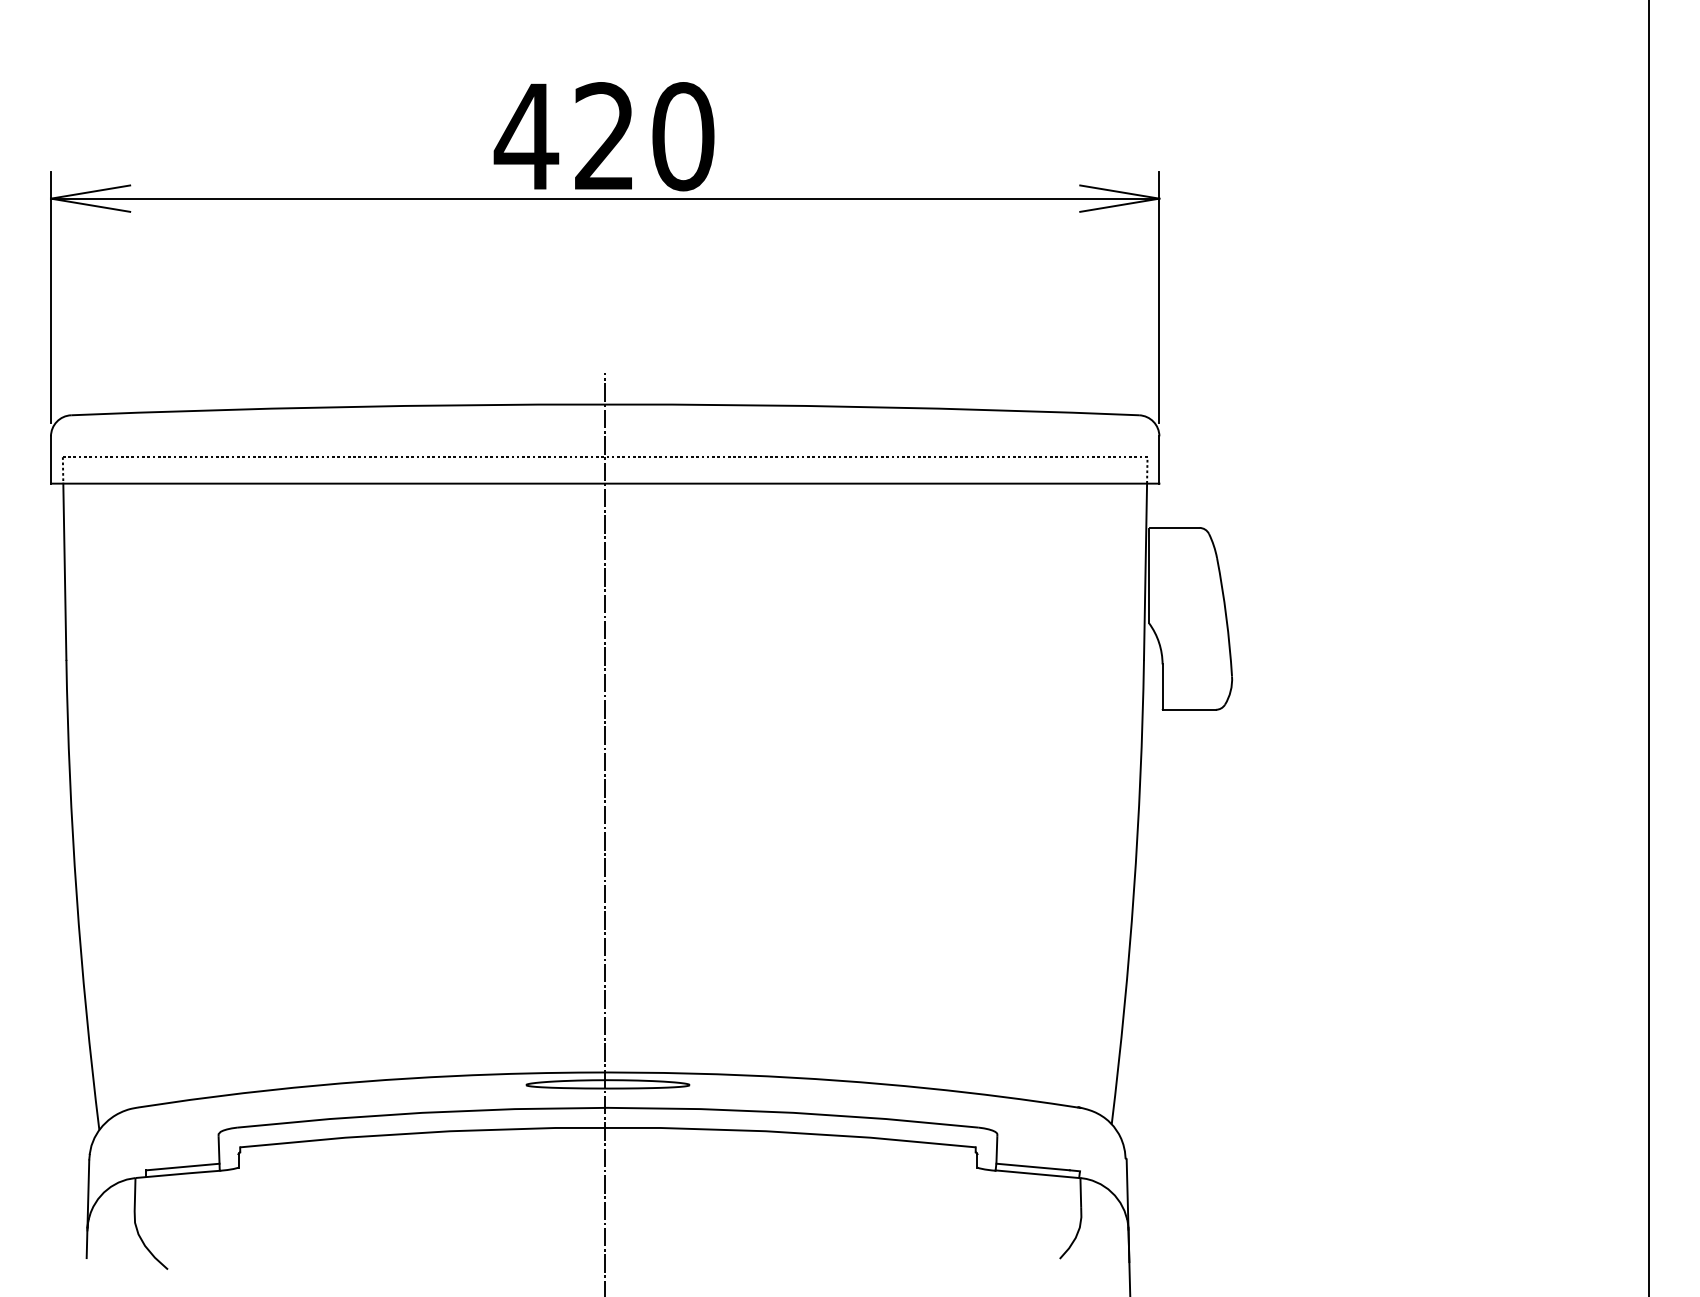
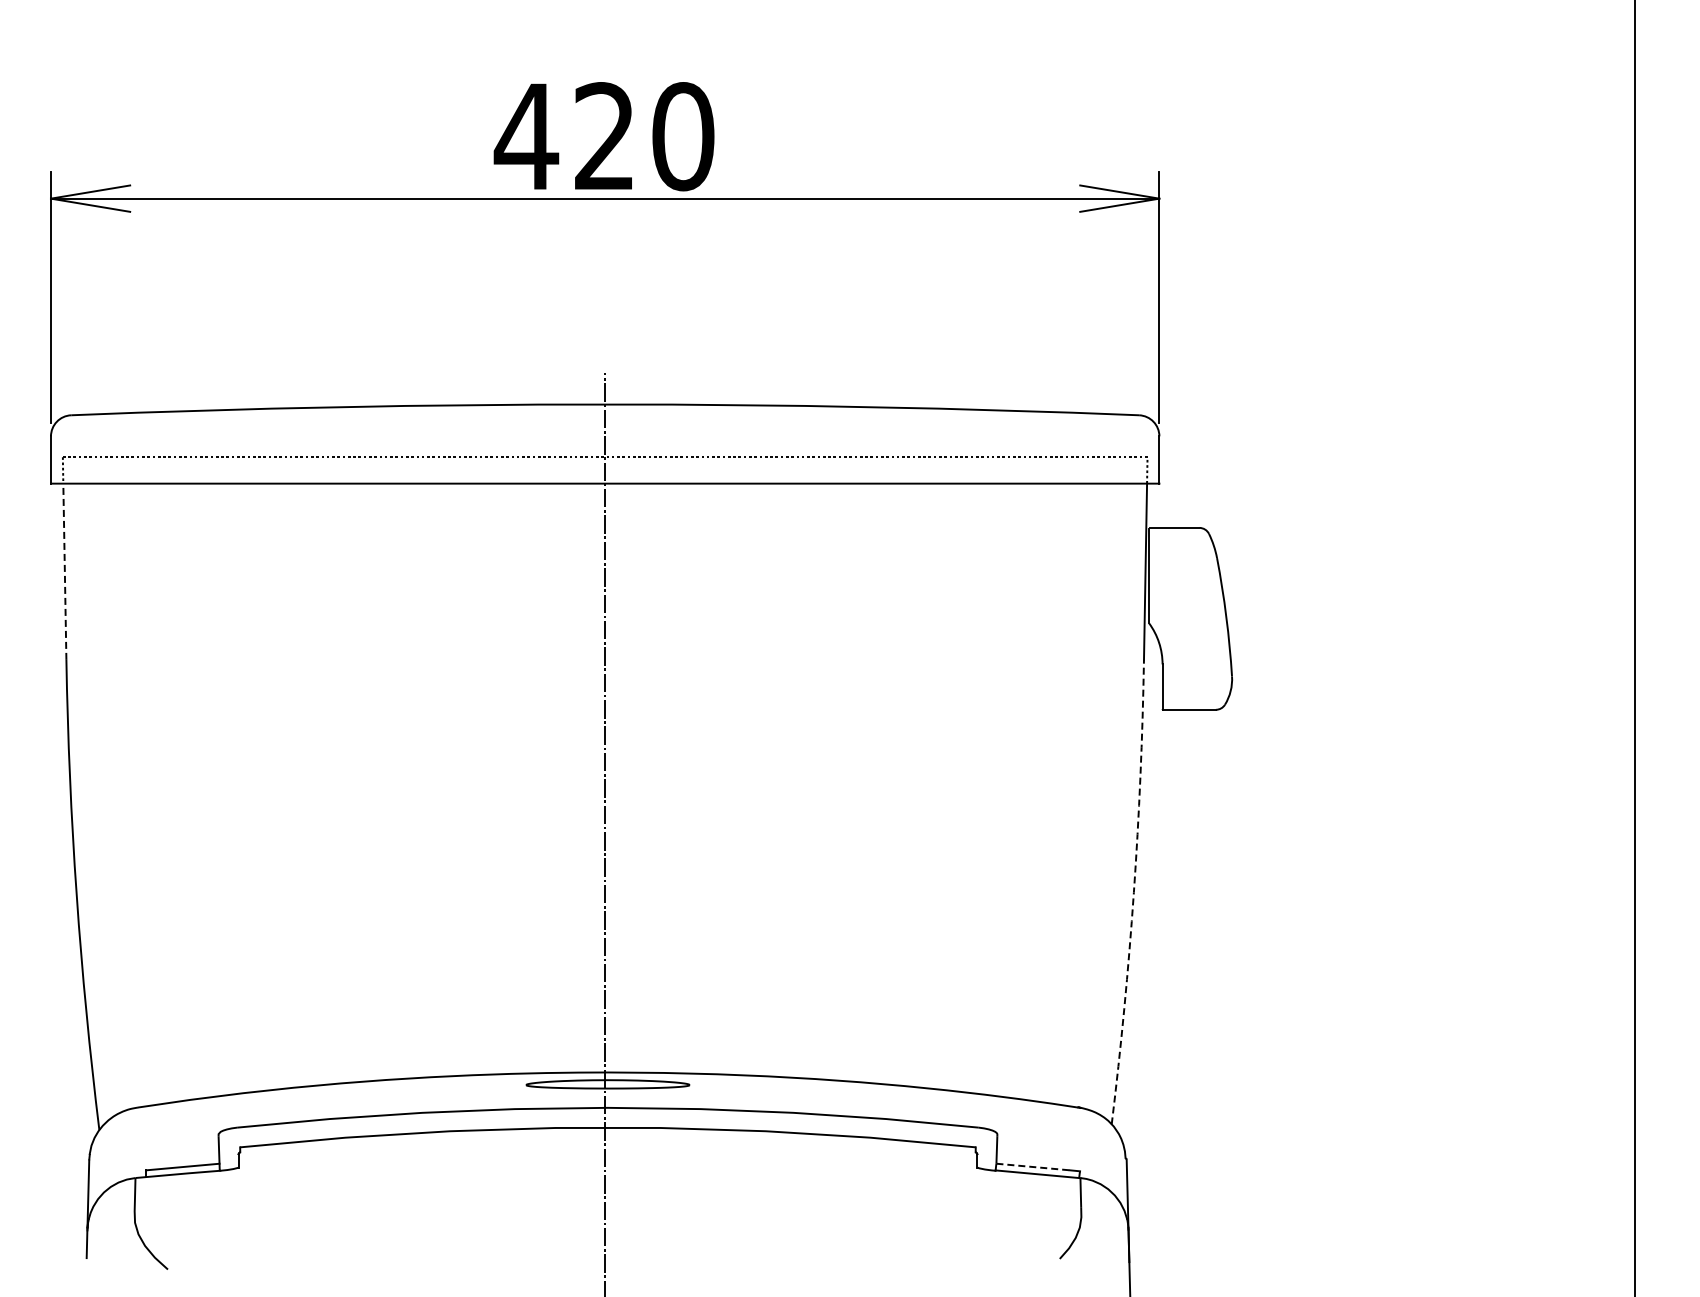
line at (64, 571): solid -> dashed
line at (1649, 647) position: (1649, 647) -> (1635, 647)
arc at (1133, 892): solid -> dashed
line at (1033, 1167): solid -> dashed
